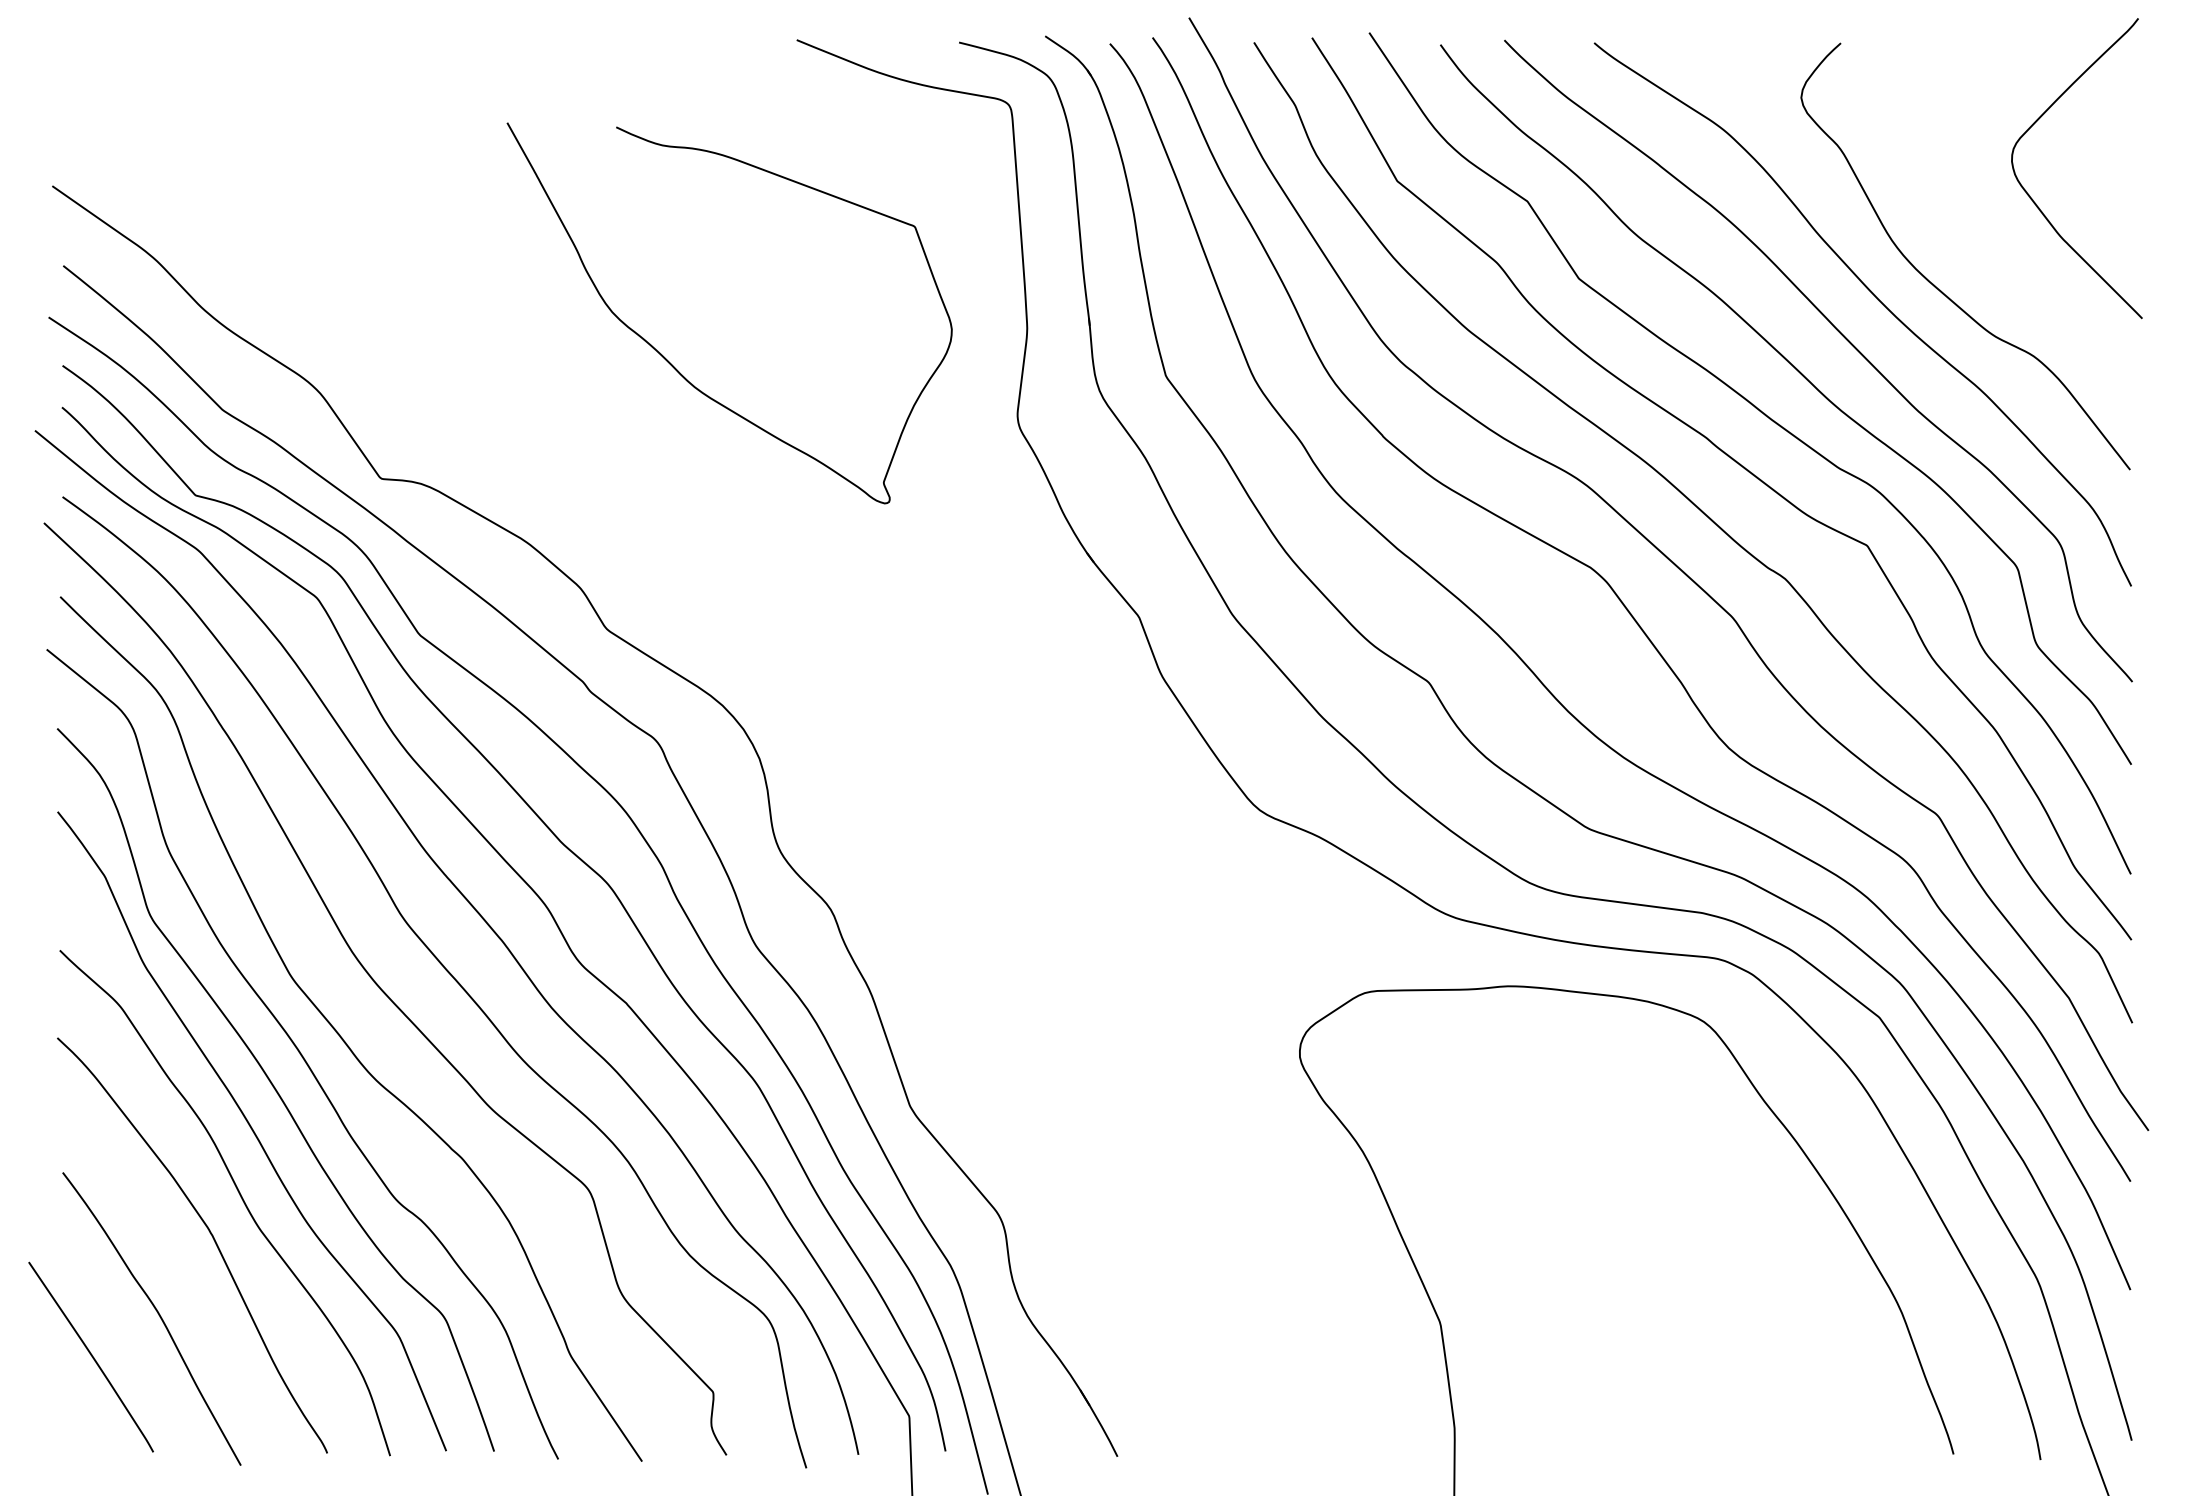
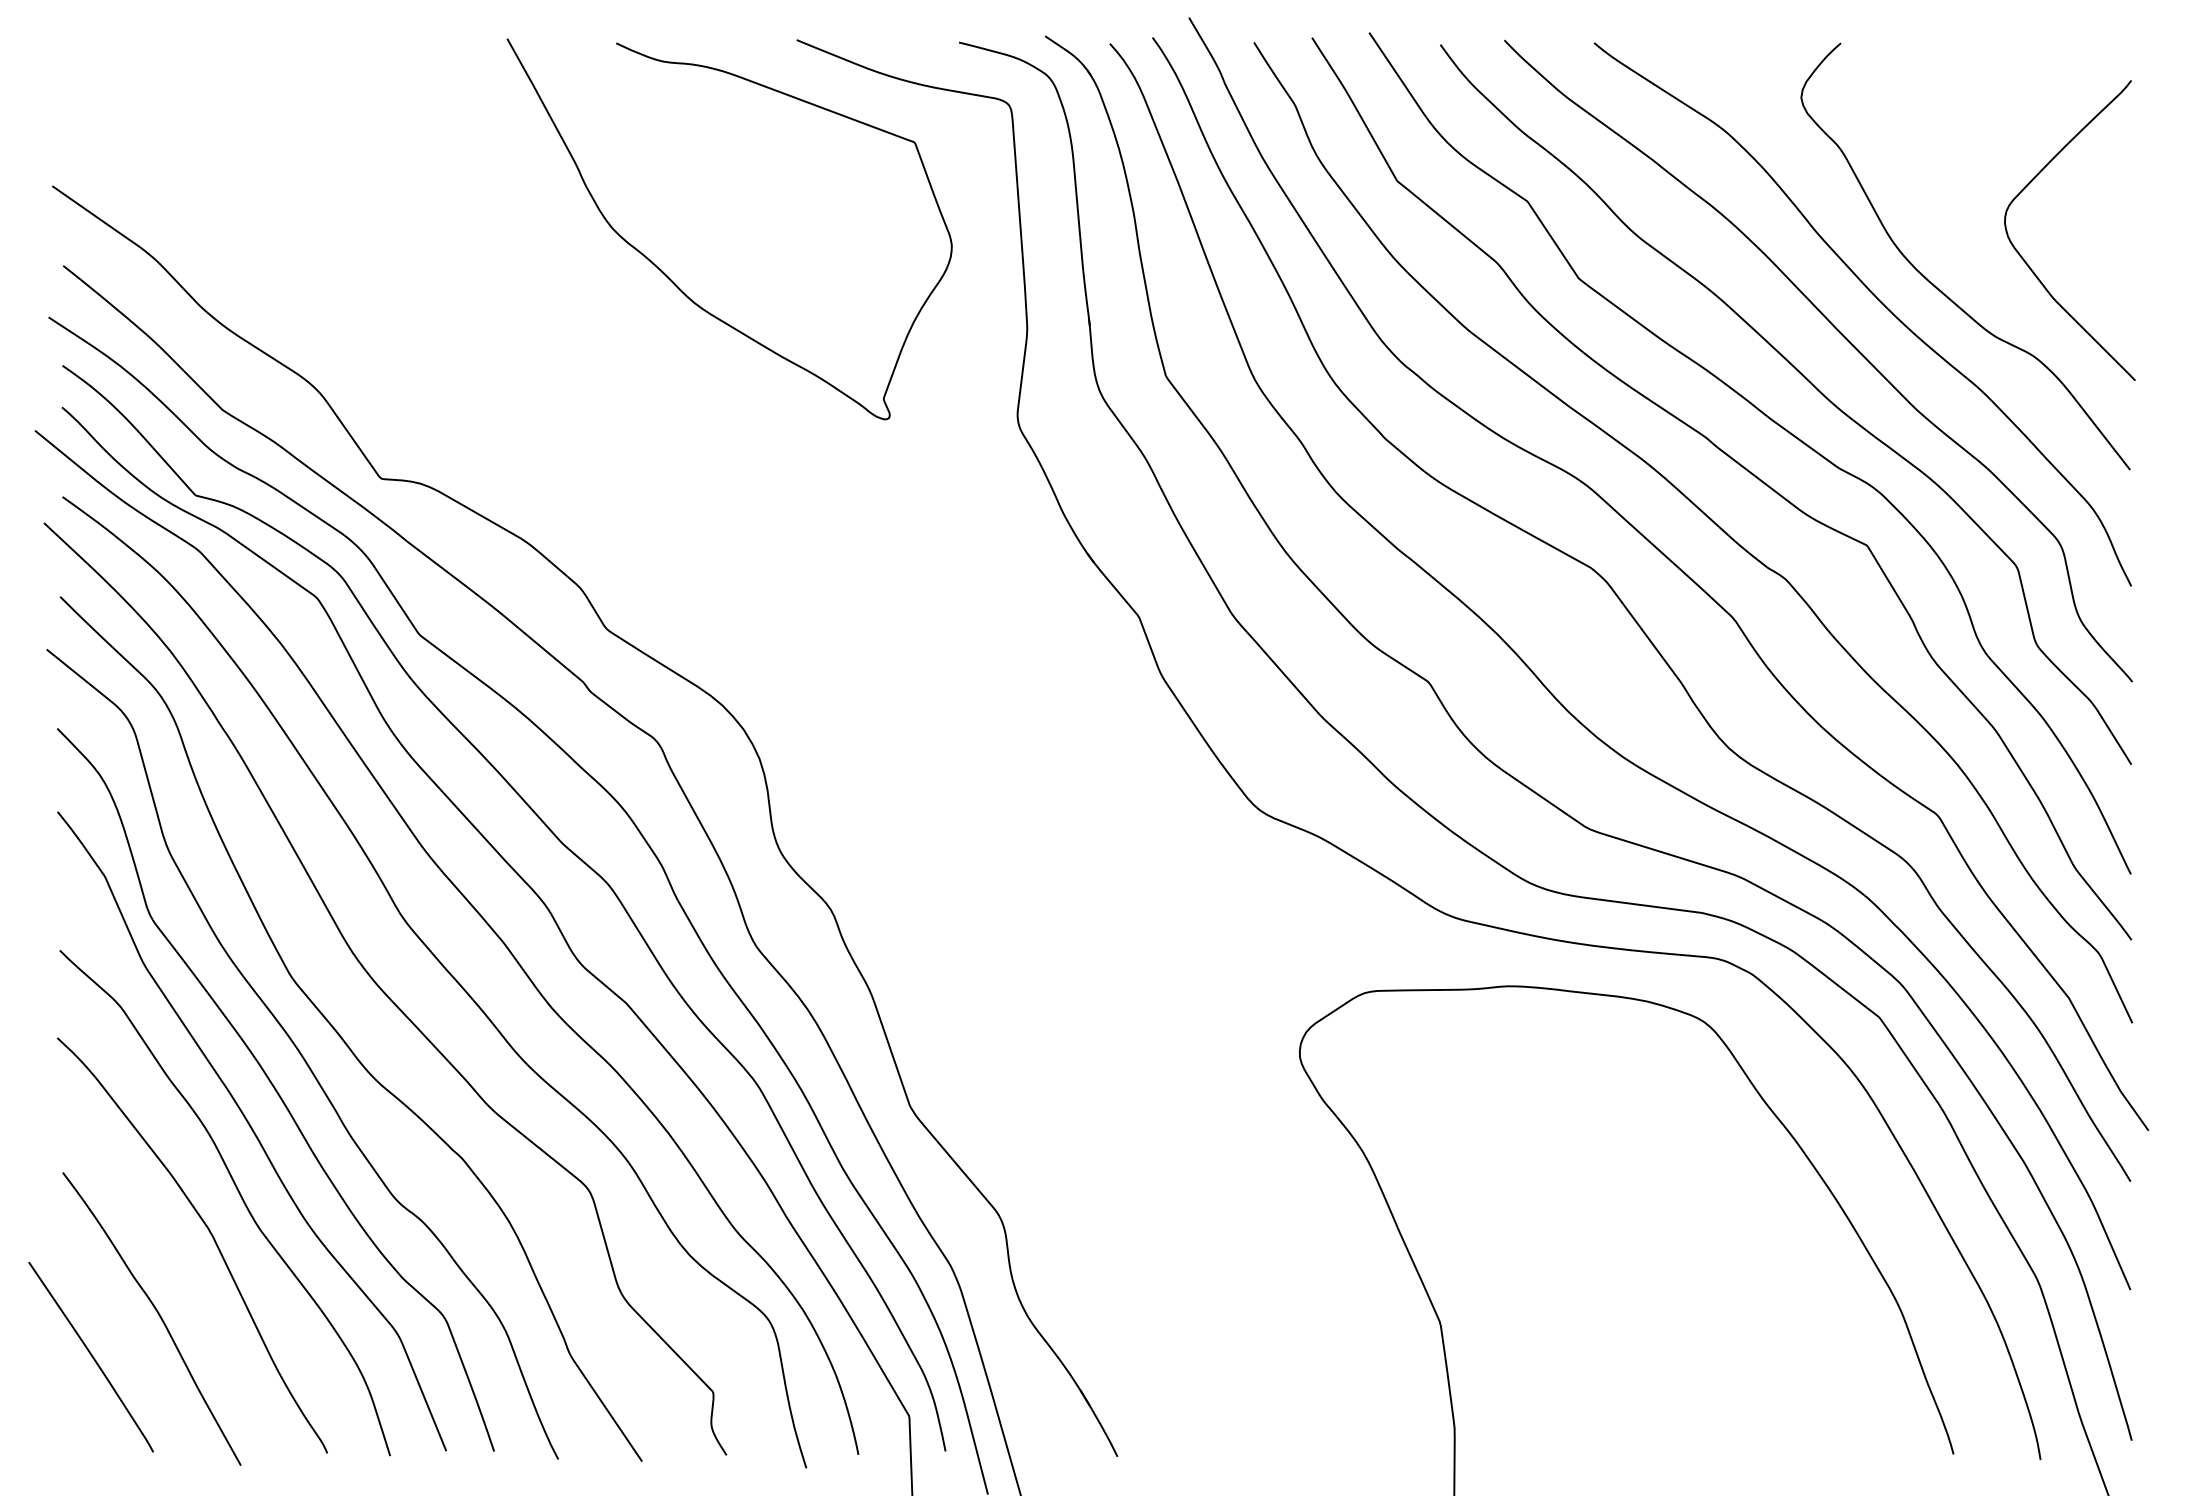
curve at (2033, 199) position: (2033, 199) -> (2026, 261)
curve at (675, 367) position: (675, 367) -> (675, 283)
